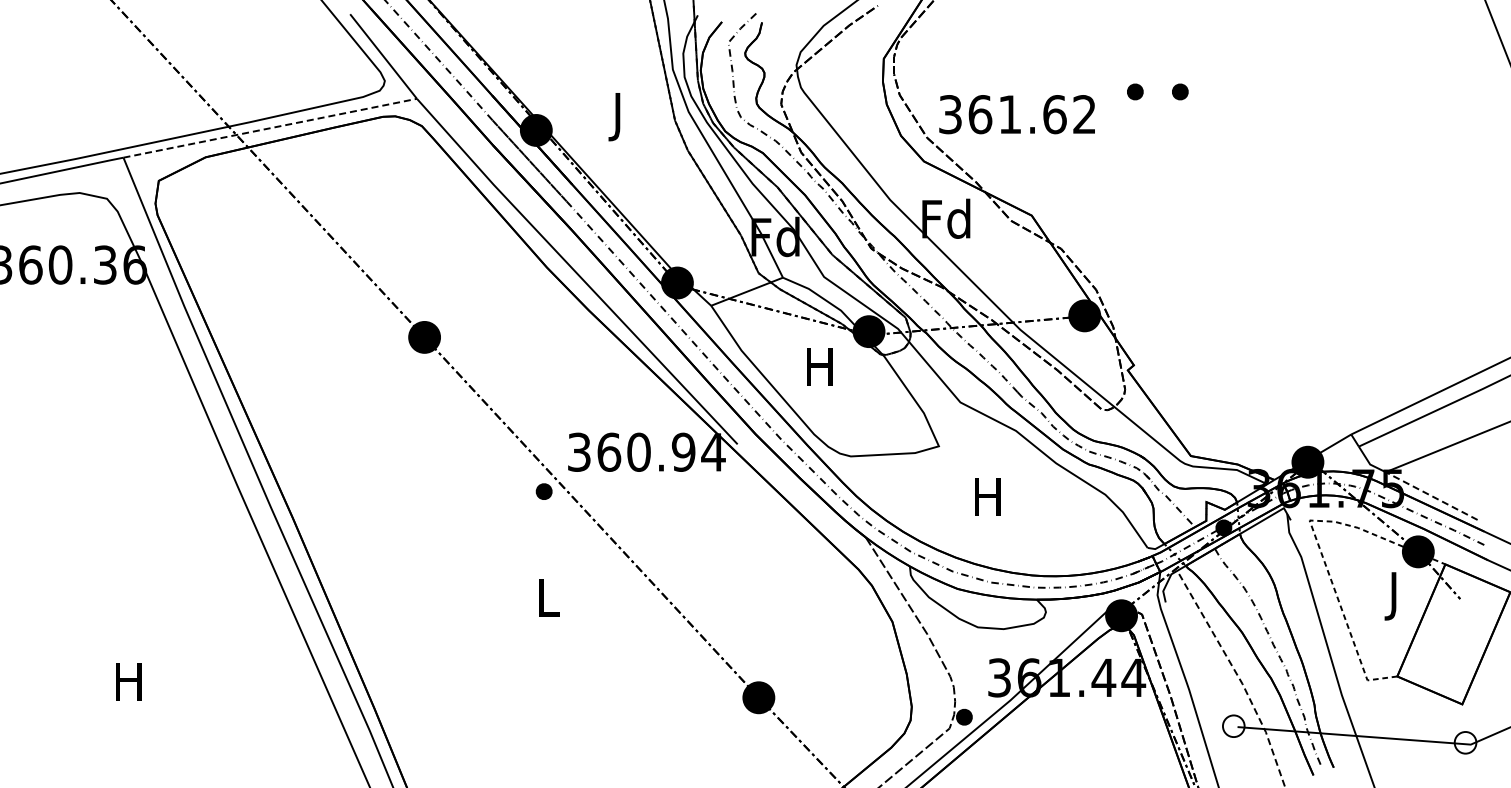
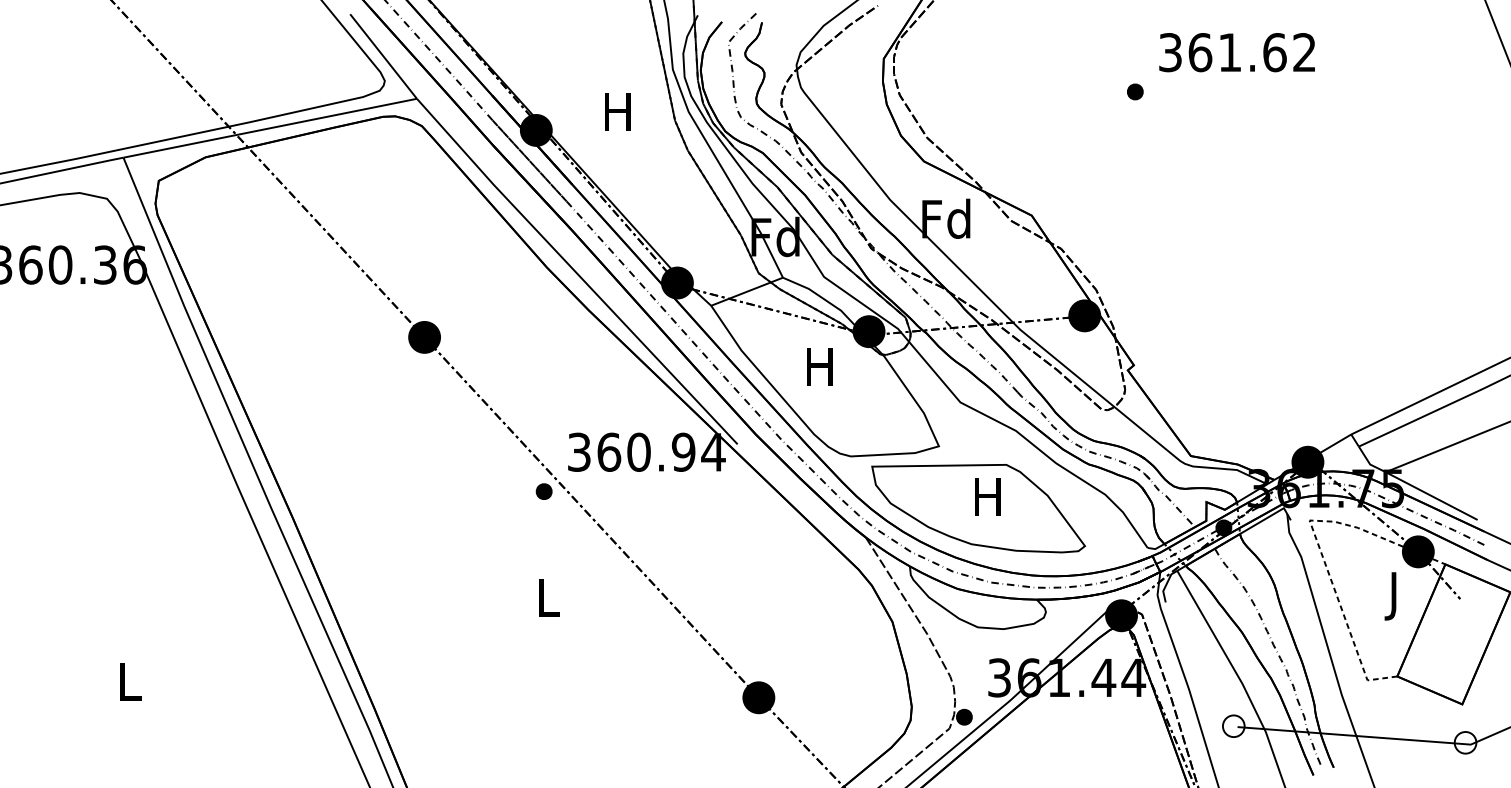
part at (1180, 91): present -> none
text at (1016, 114) position: (1016, 114) -> (1236, 52)
text at (617, 117): J -> H
line at (270, 128): dashed -> solid
line at (1431, 496): dashed -> solid
part at (978, 508): none -> present
line at (1238, 677): dashed -> solid
text at (128, 681): H -> L
